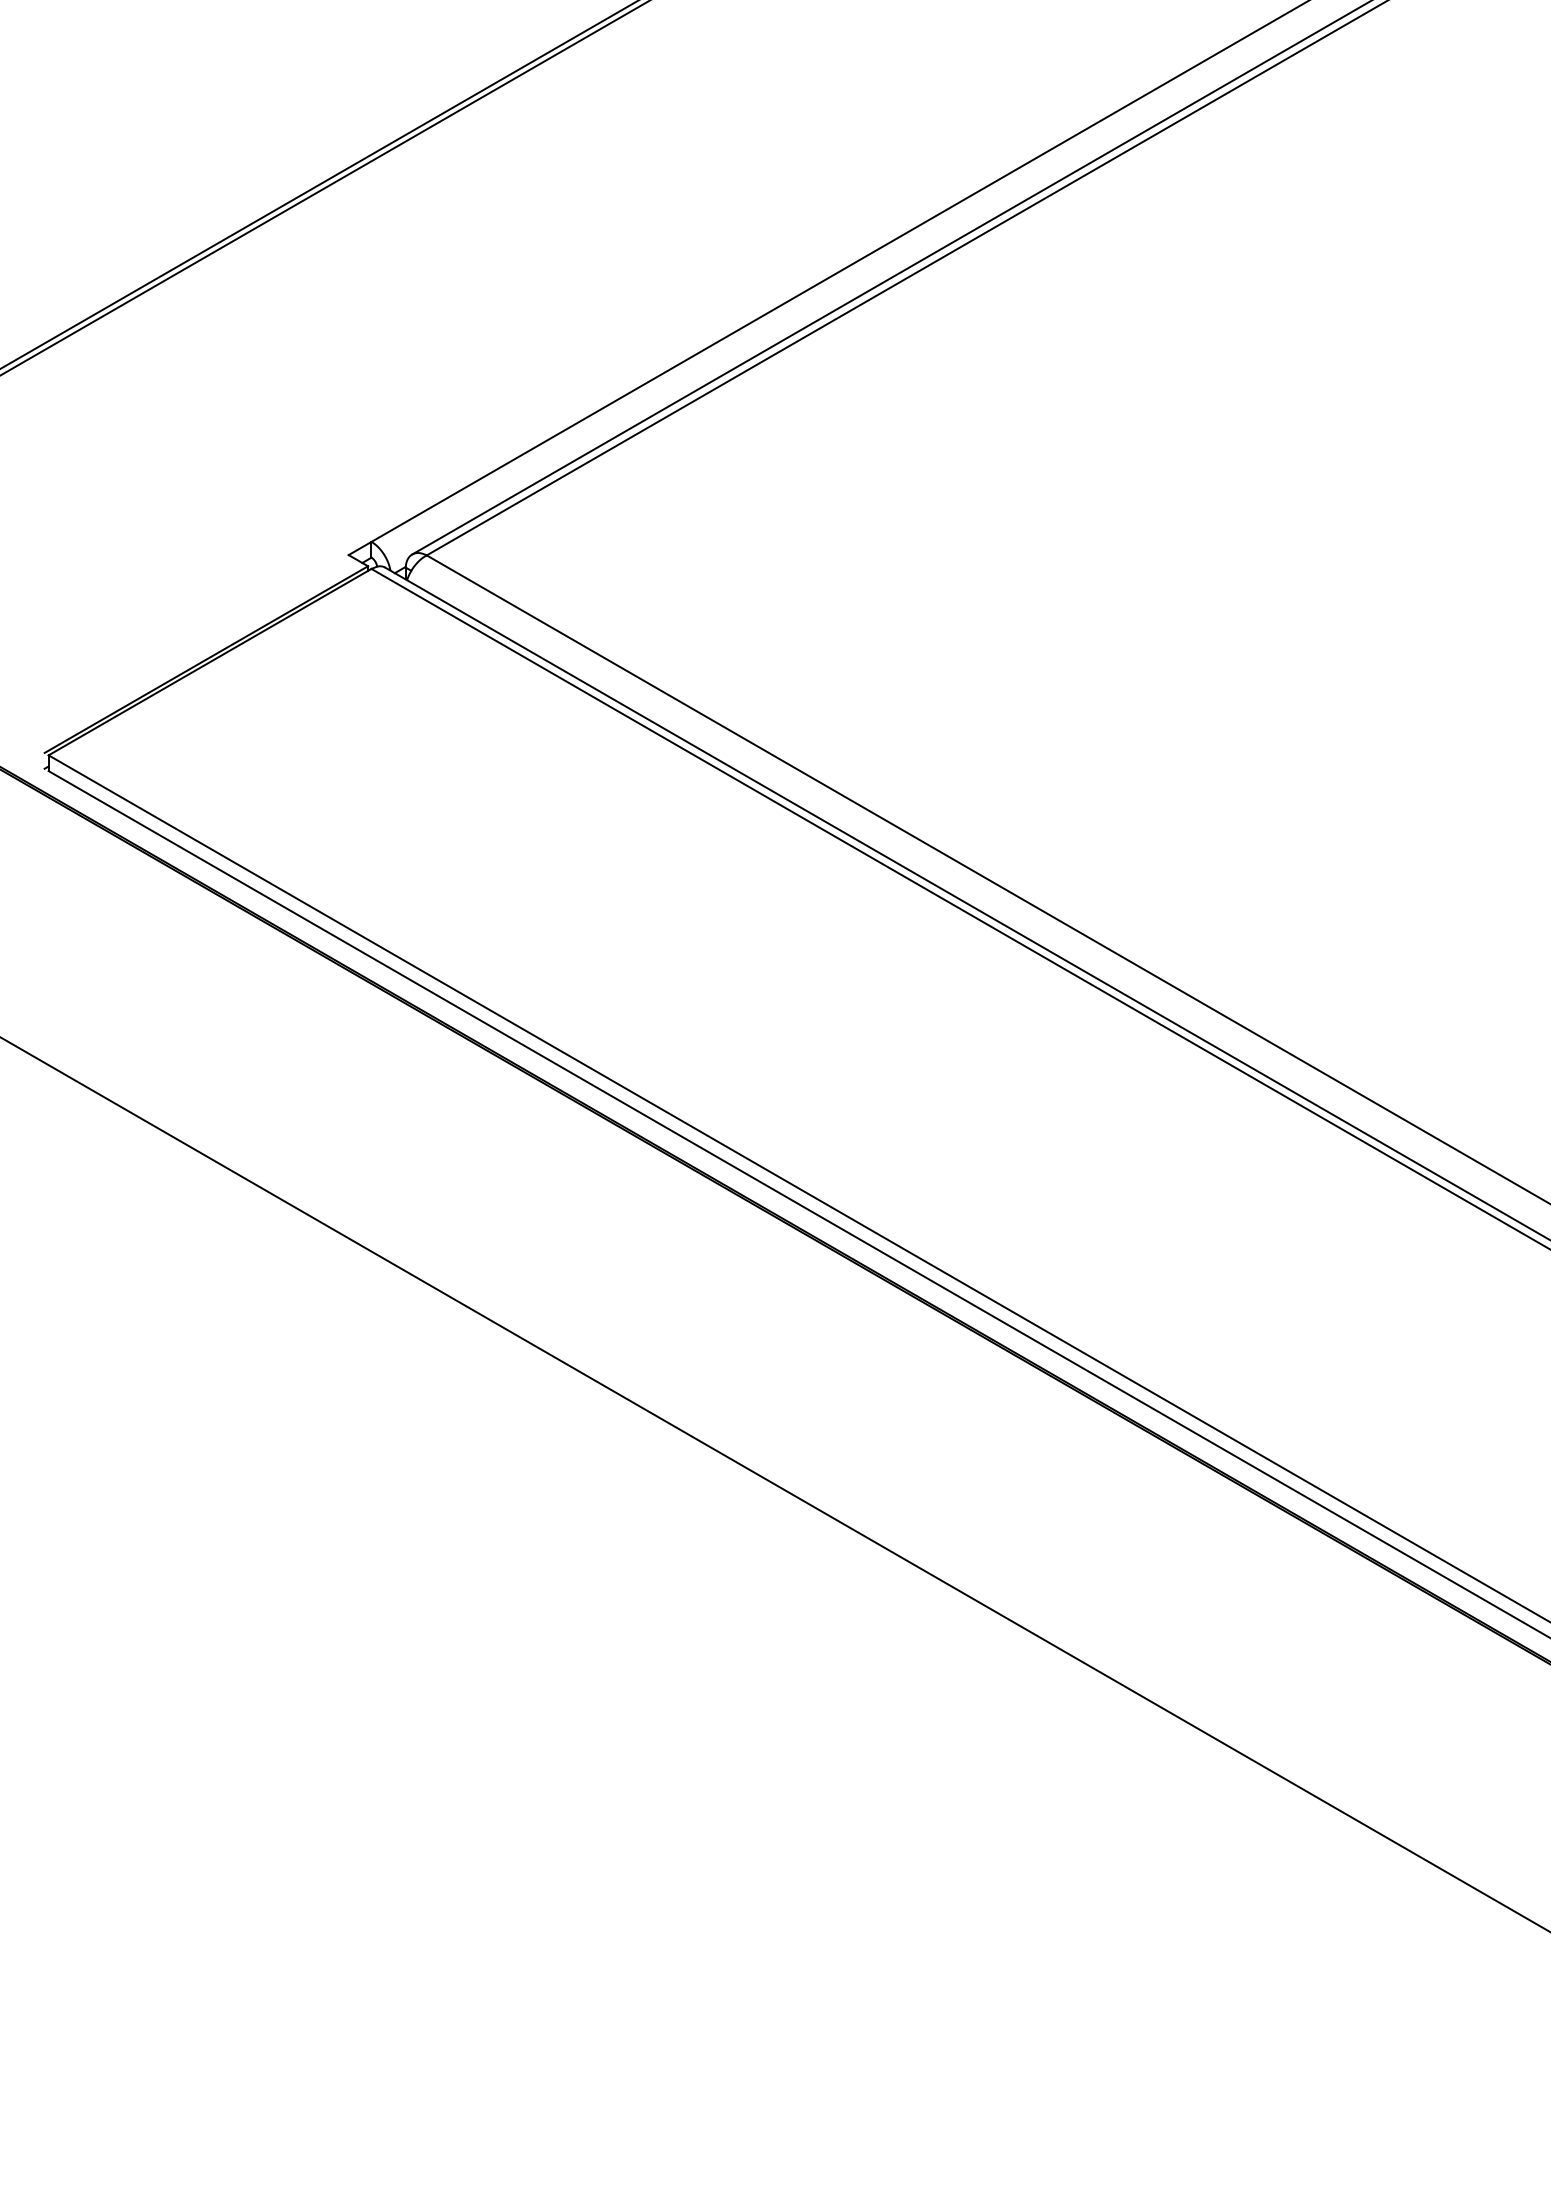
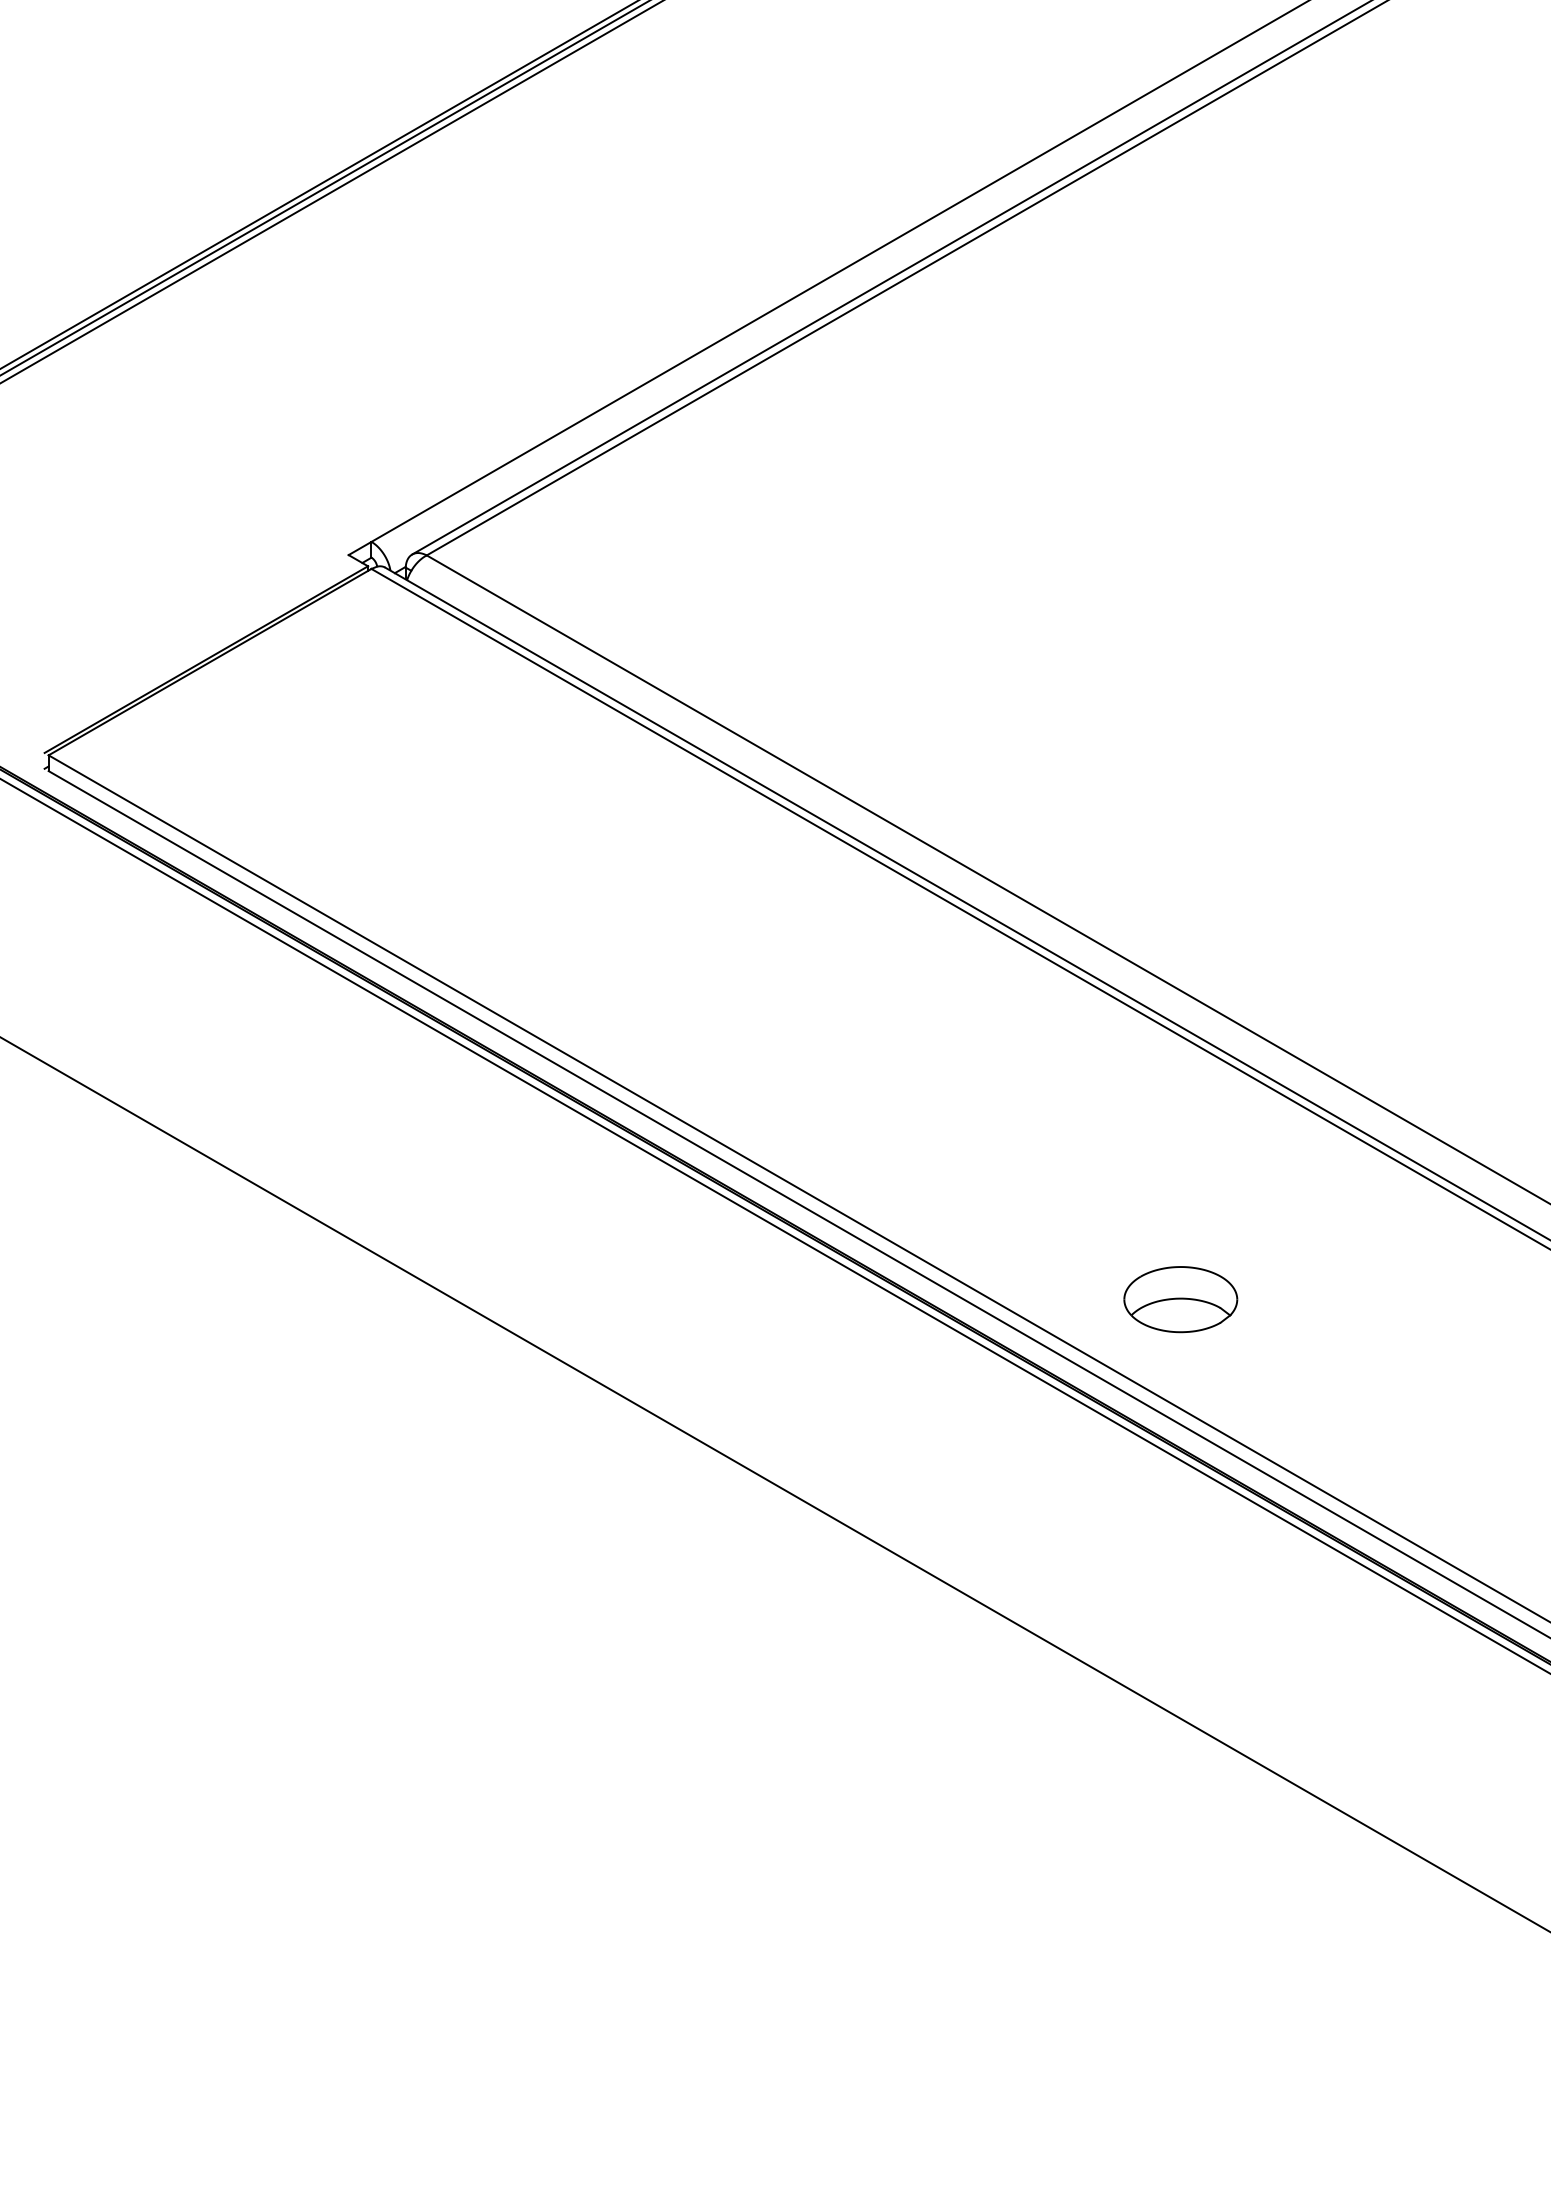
line at (331, 192): none -> present
line at (774, 1225): none -> present
part at (1180, 1299): none -> present
